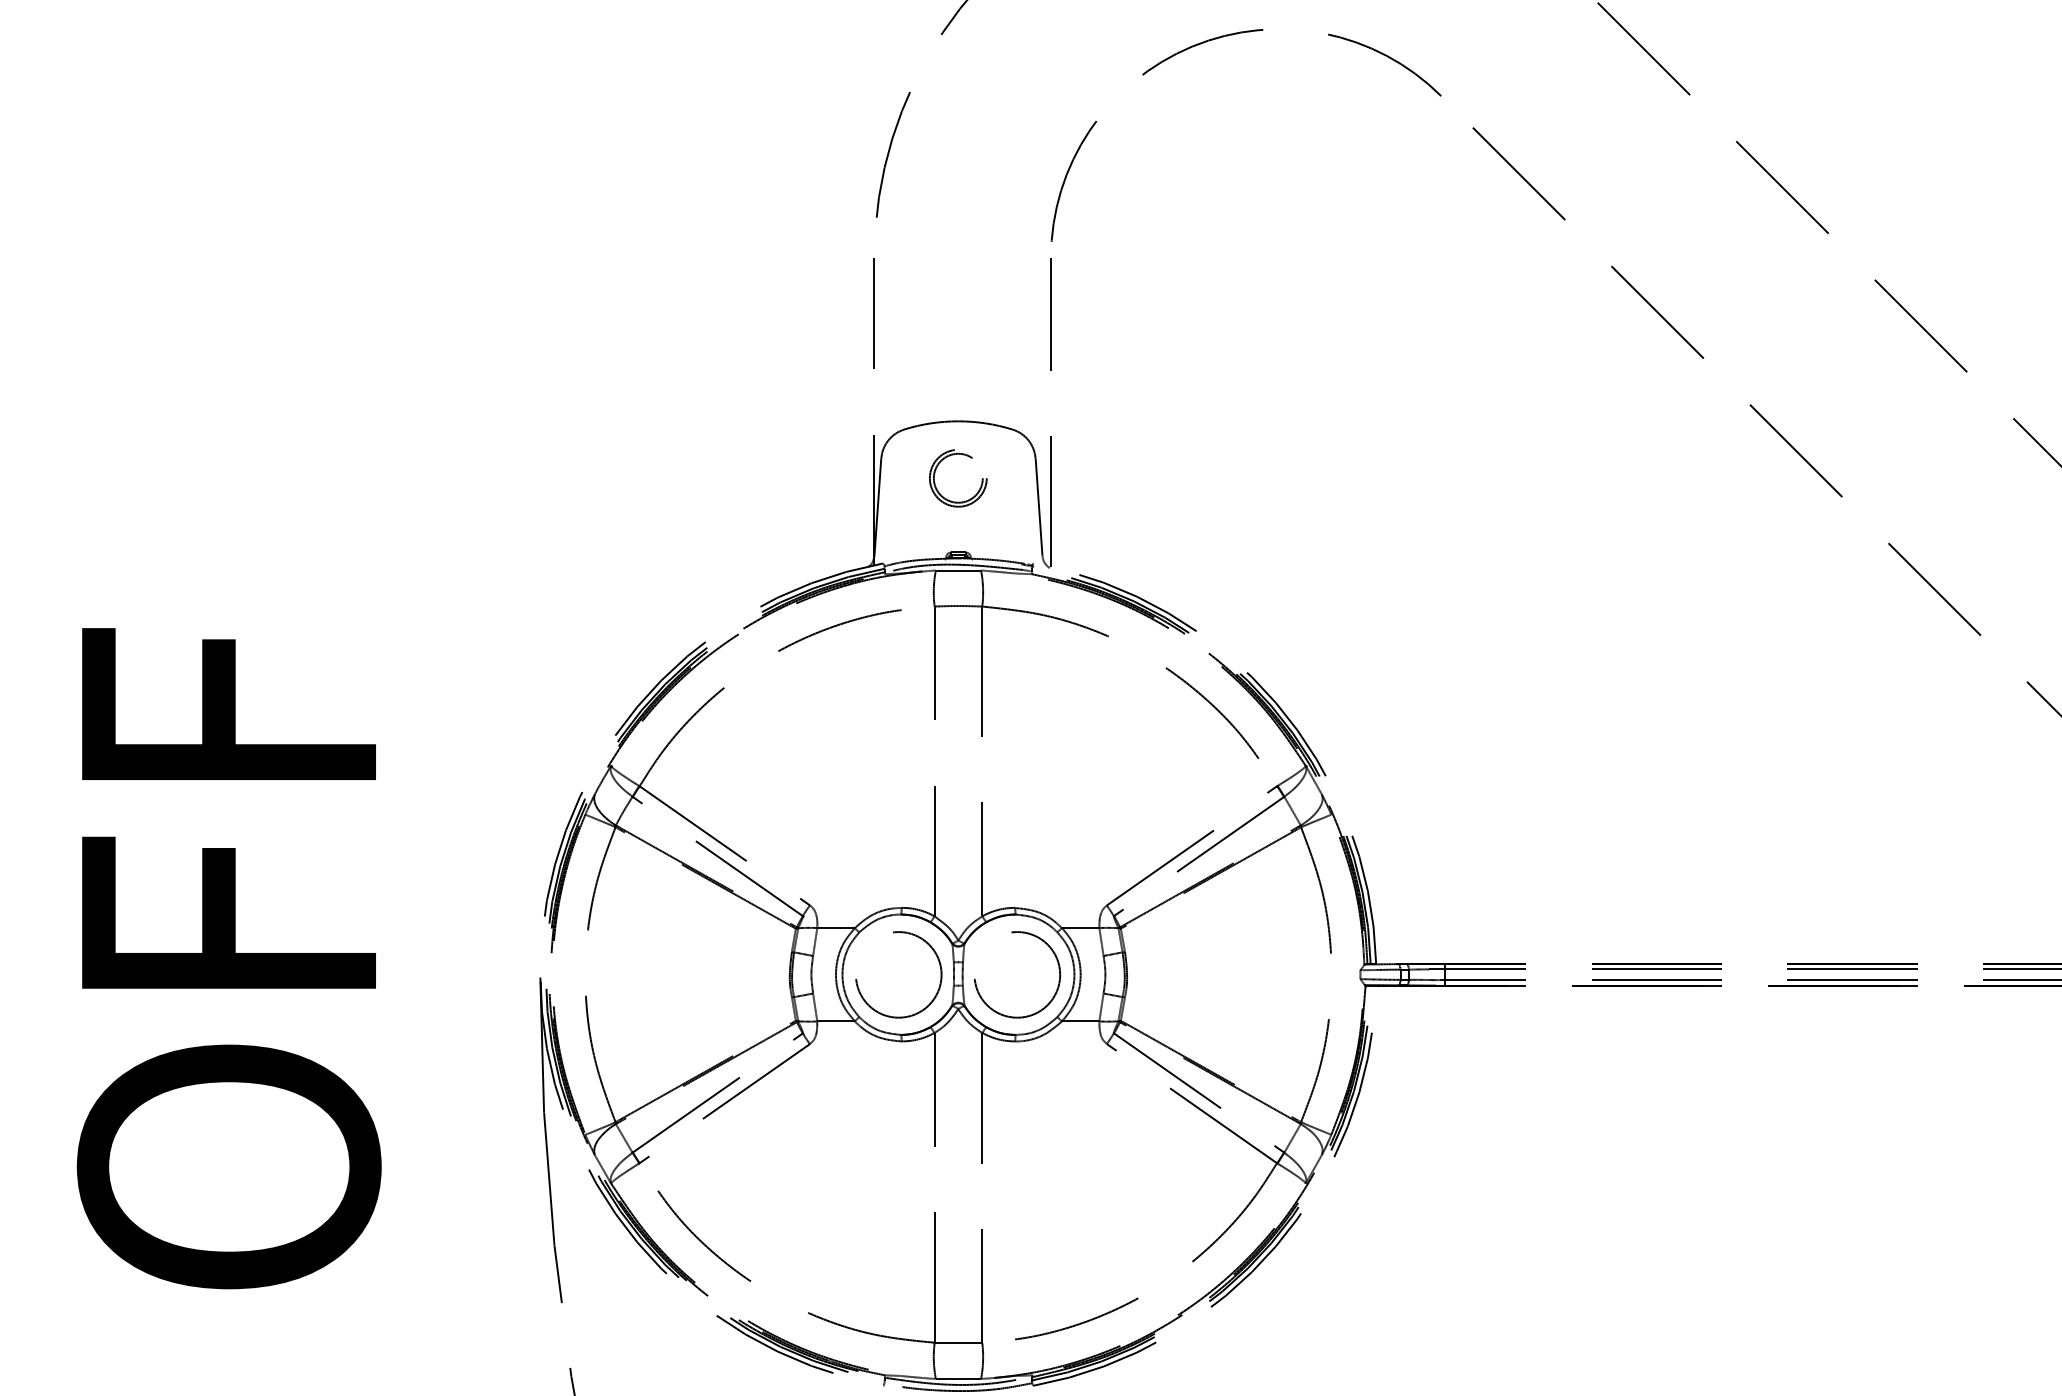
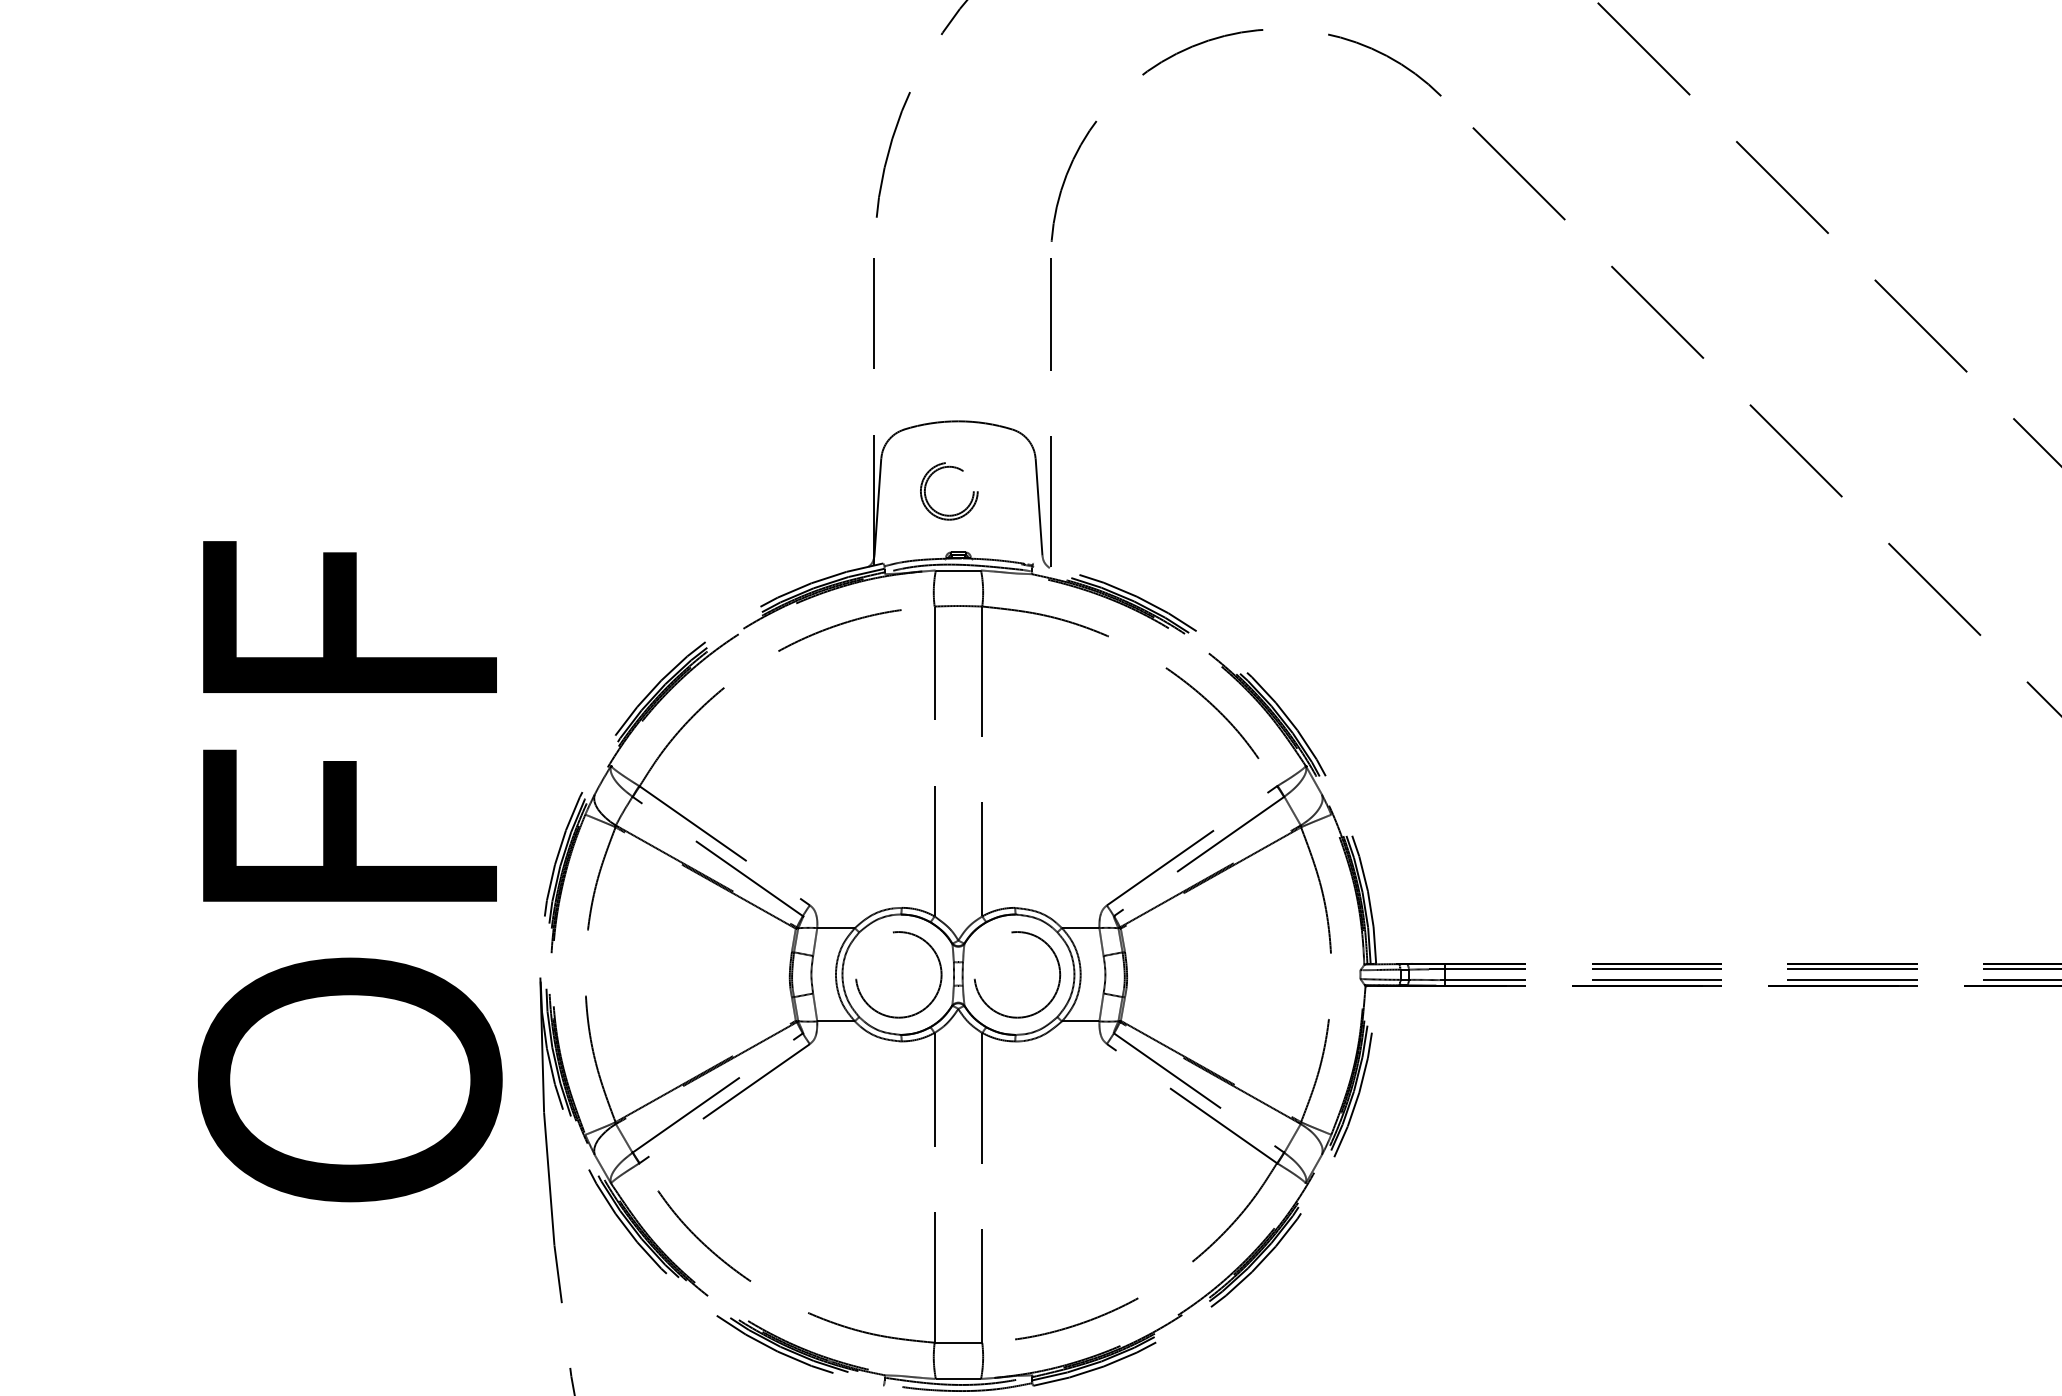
part at (958, 501) position: (958, 501) -> (949, 514)
text at (228, 958) position: (228, 958) -> (349, 871)
